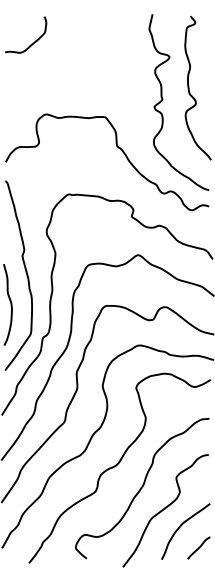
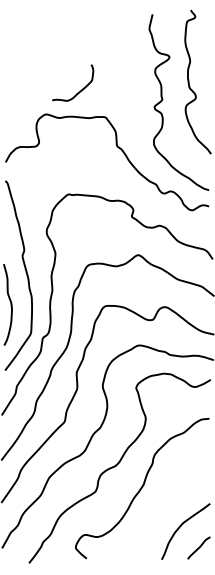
curve at (31, 43) position: (31, 43) -> (78, 91)
curve at (189, 87) position: (189, 87) -> (189, 81)
curve at (165, 509): present -> none
